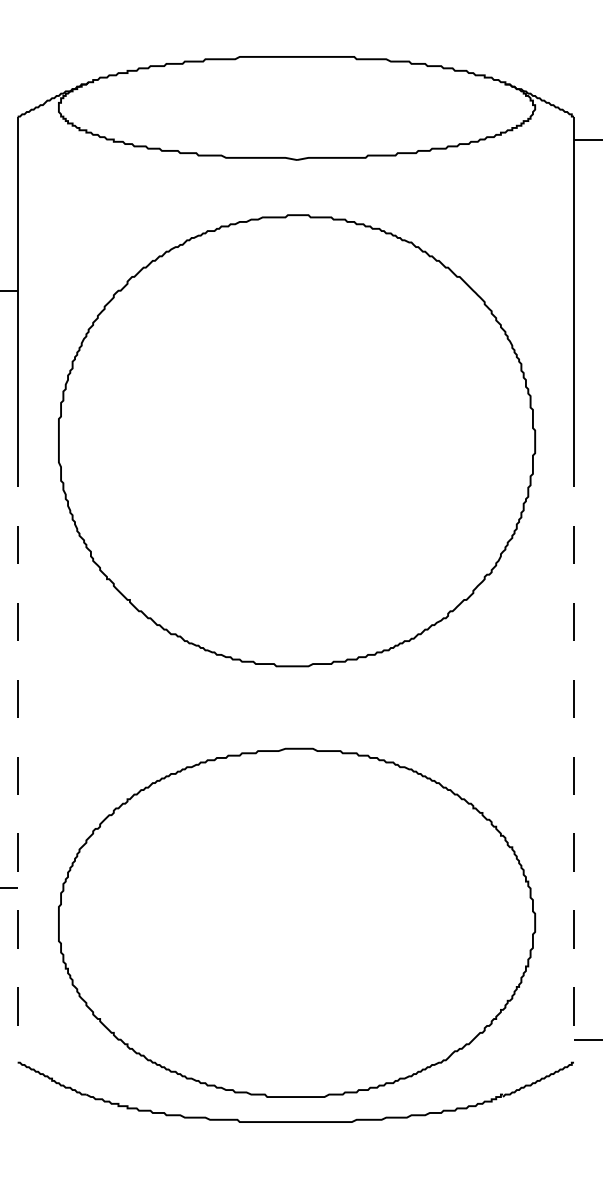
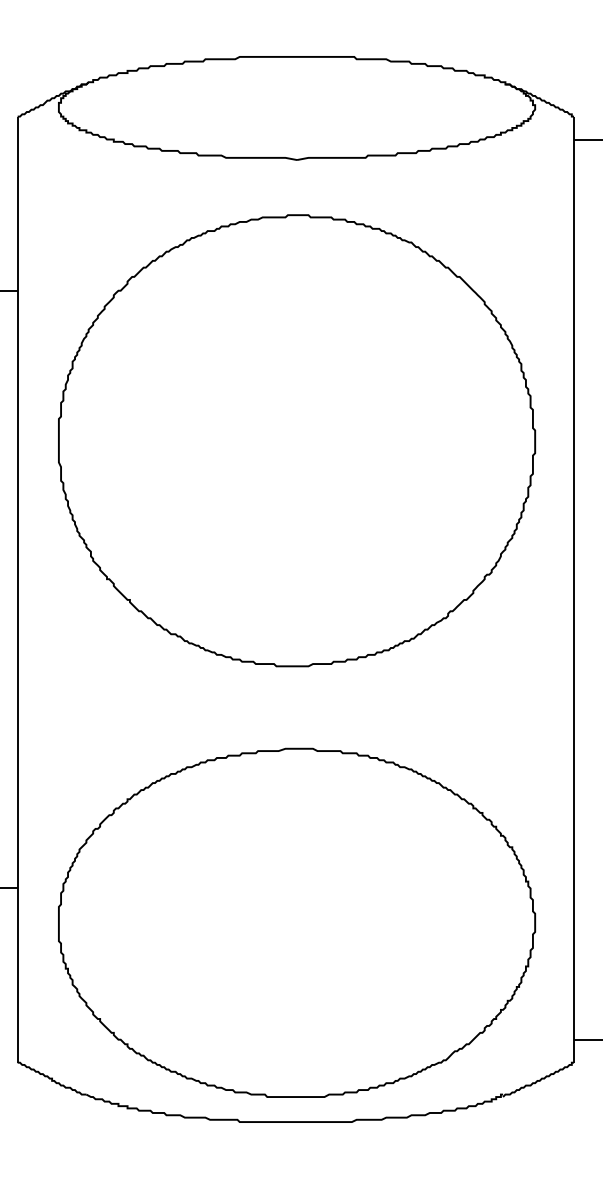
line at (17, 755): dashed -> solid
line at (574, 755): dashed -> solid
